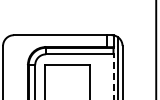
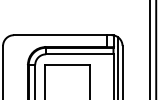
line at (149, 49): none -> present
line at (113, 76): dashed -> solid
